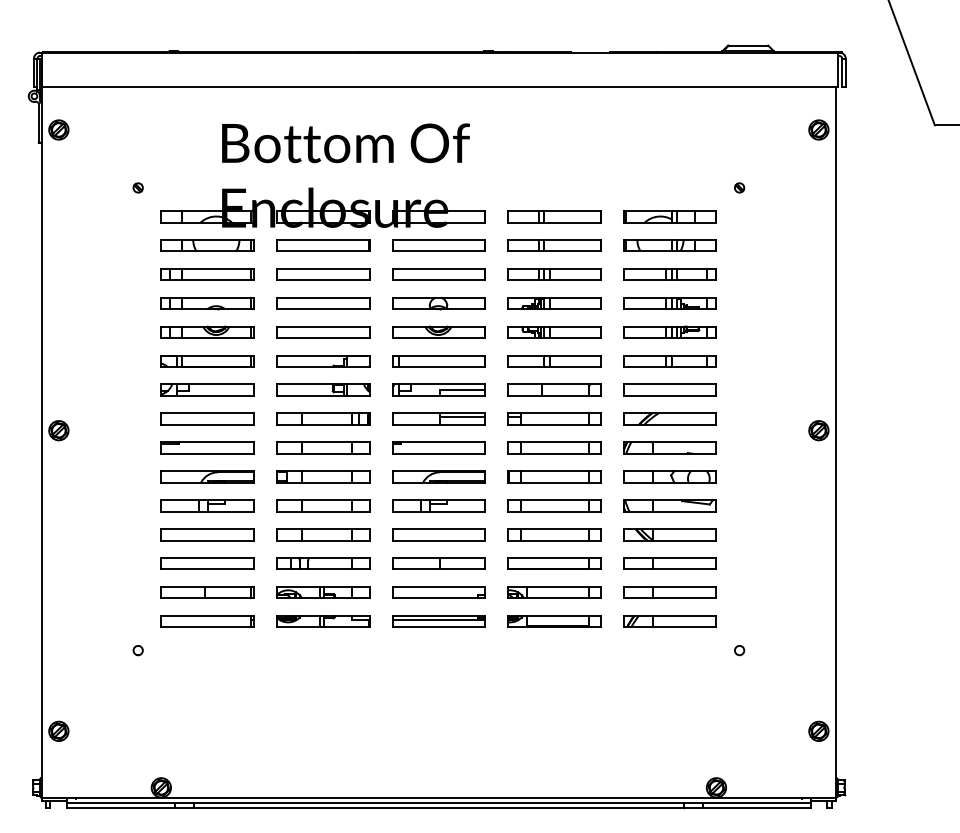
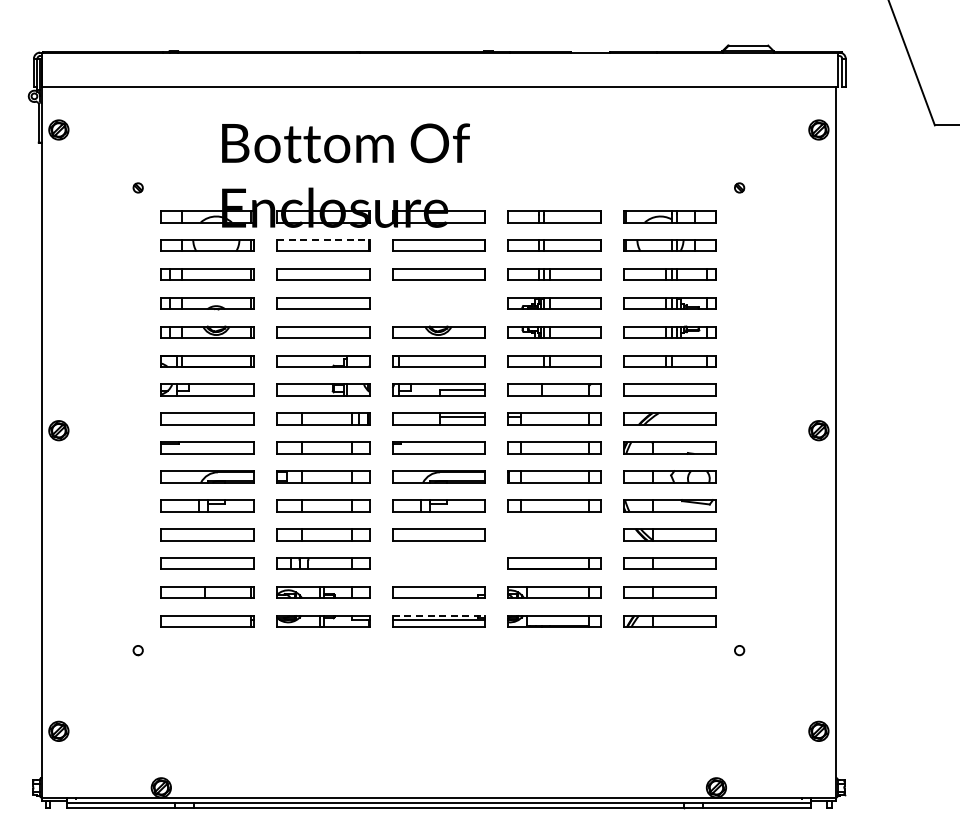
line at (323, 239): solid -> dashed
part at (438, 303): present -> none
part at (554, 534): present -> none
part at (438, 563): present -> none
line at (439, 615): solid -> dashed
